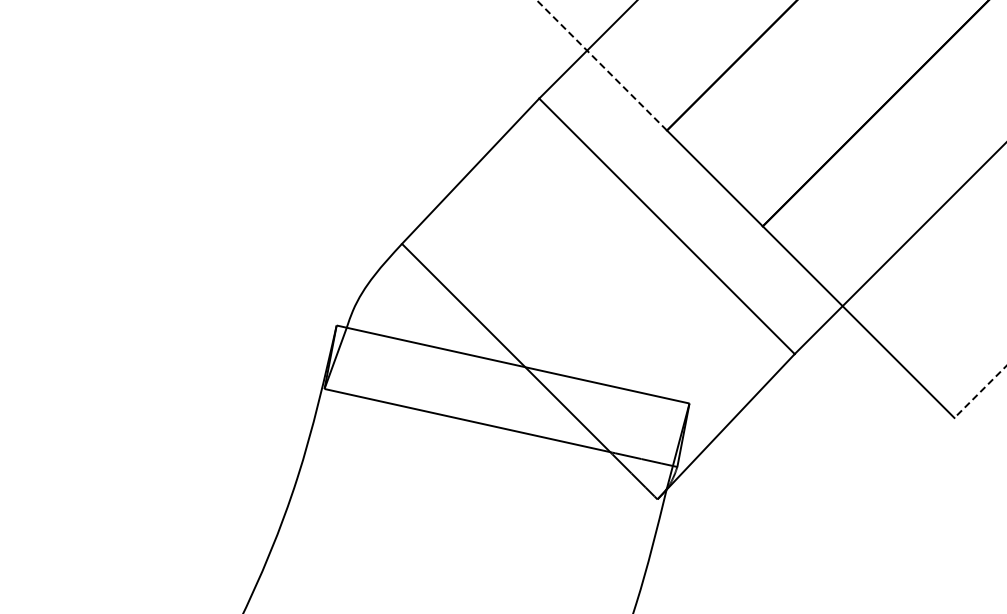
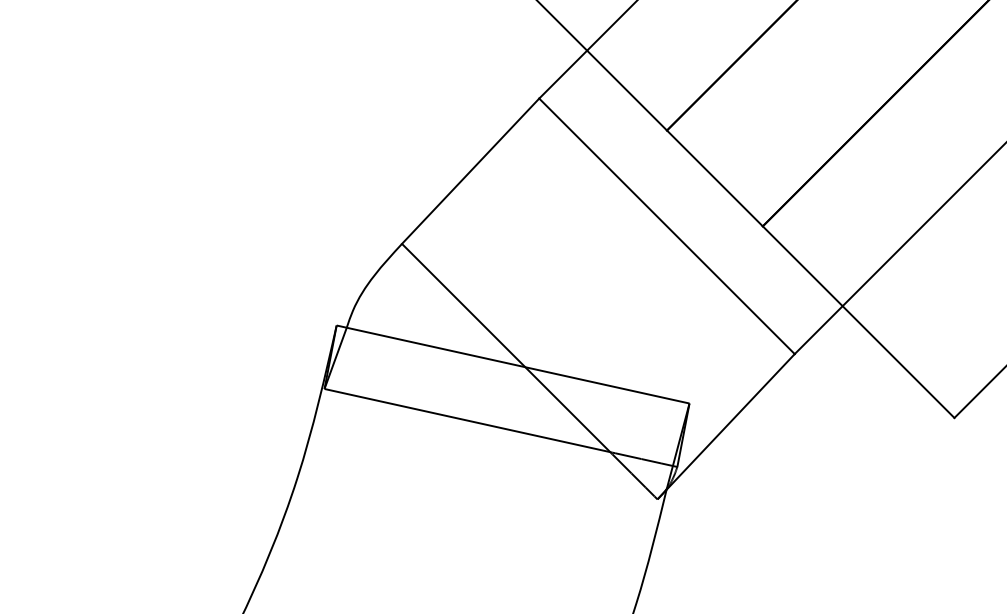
line at (601, 64): dashed -> solid
line at (980, 391): dashed -> solid
